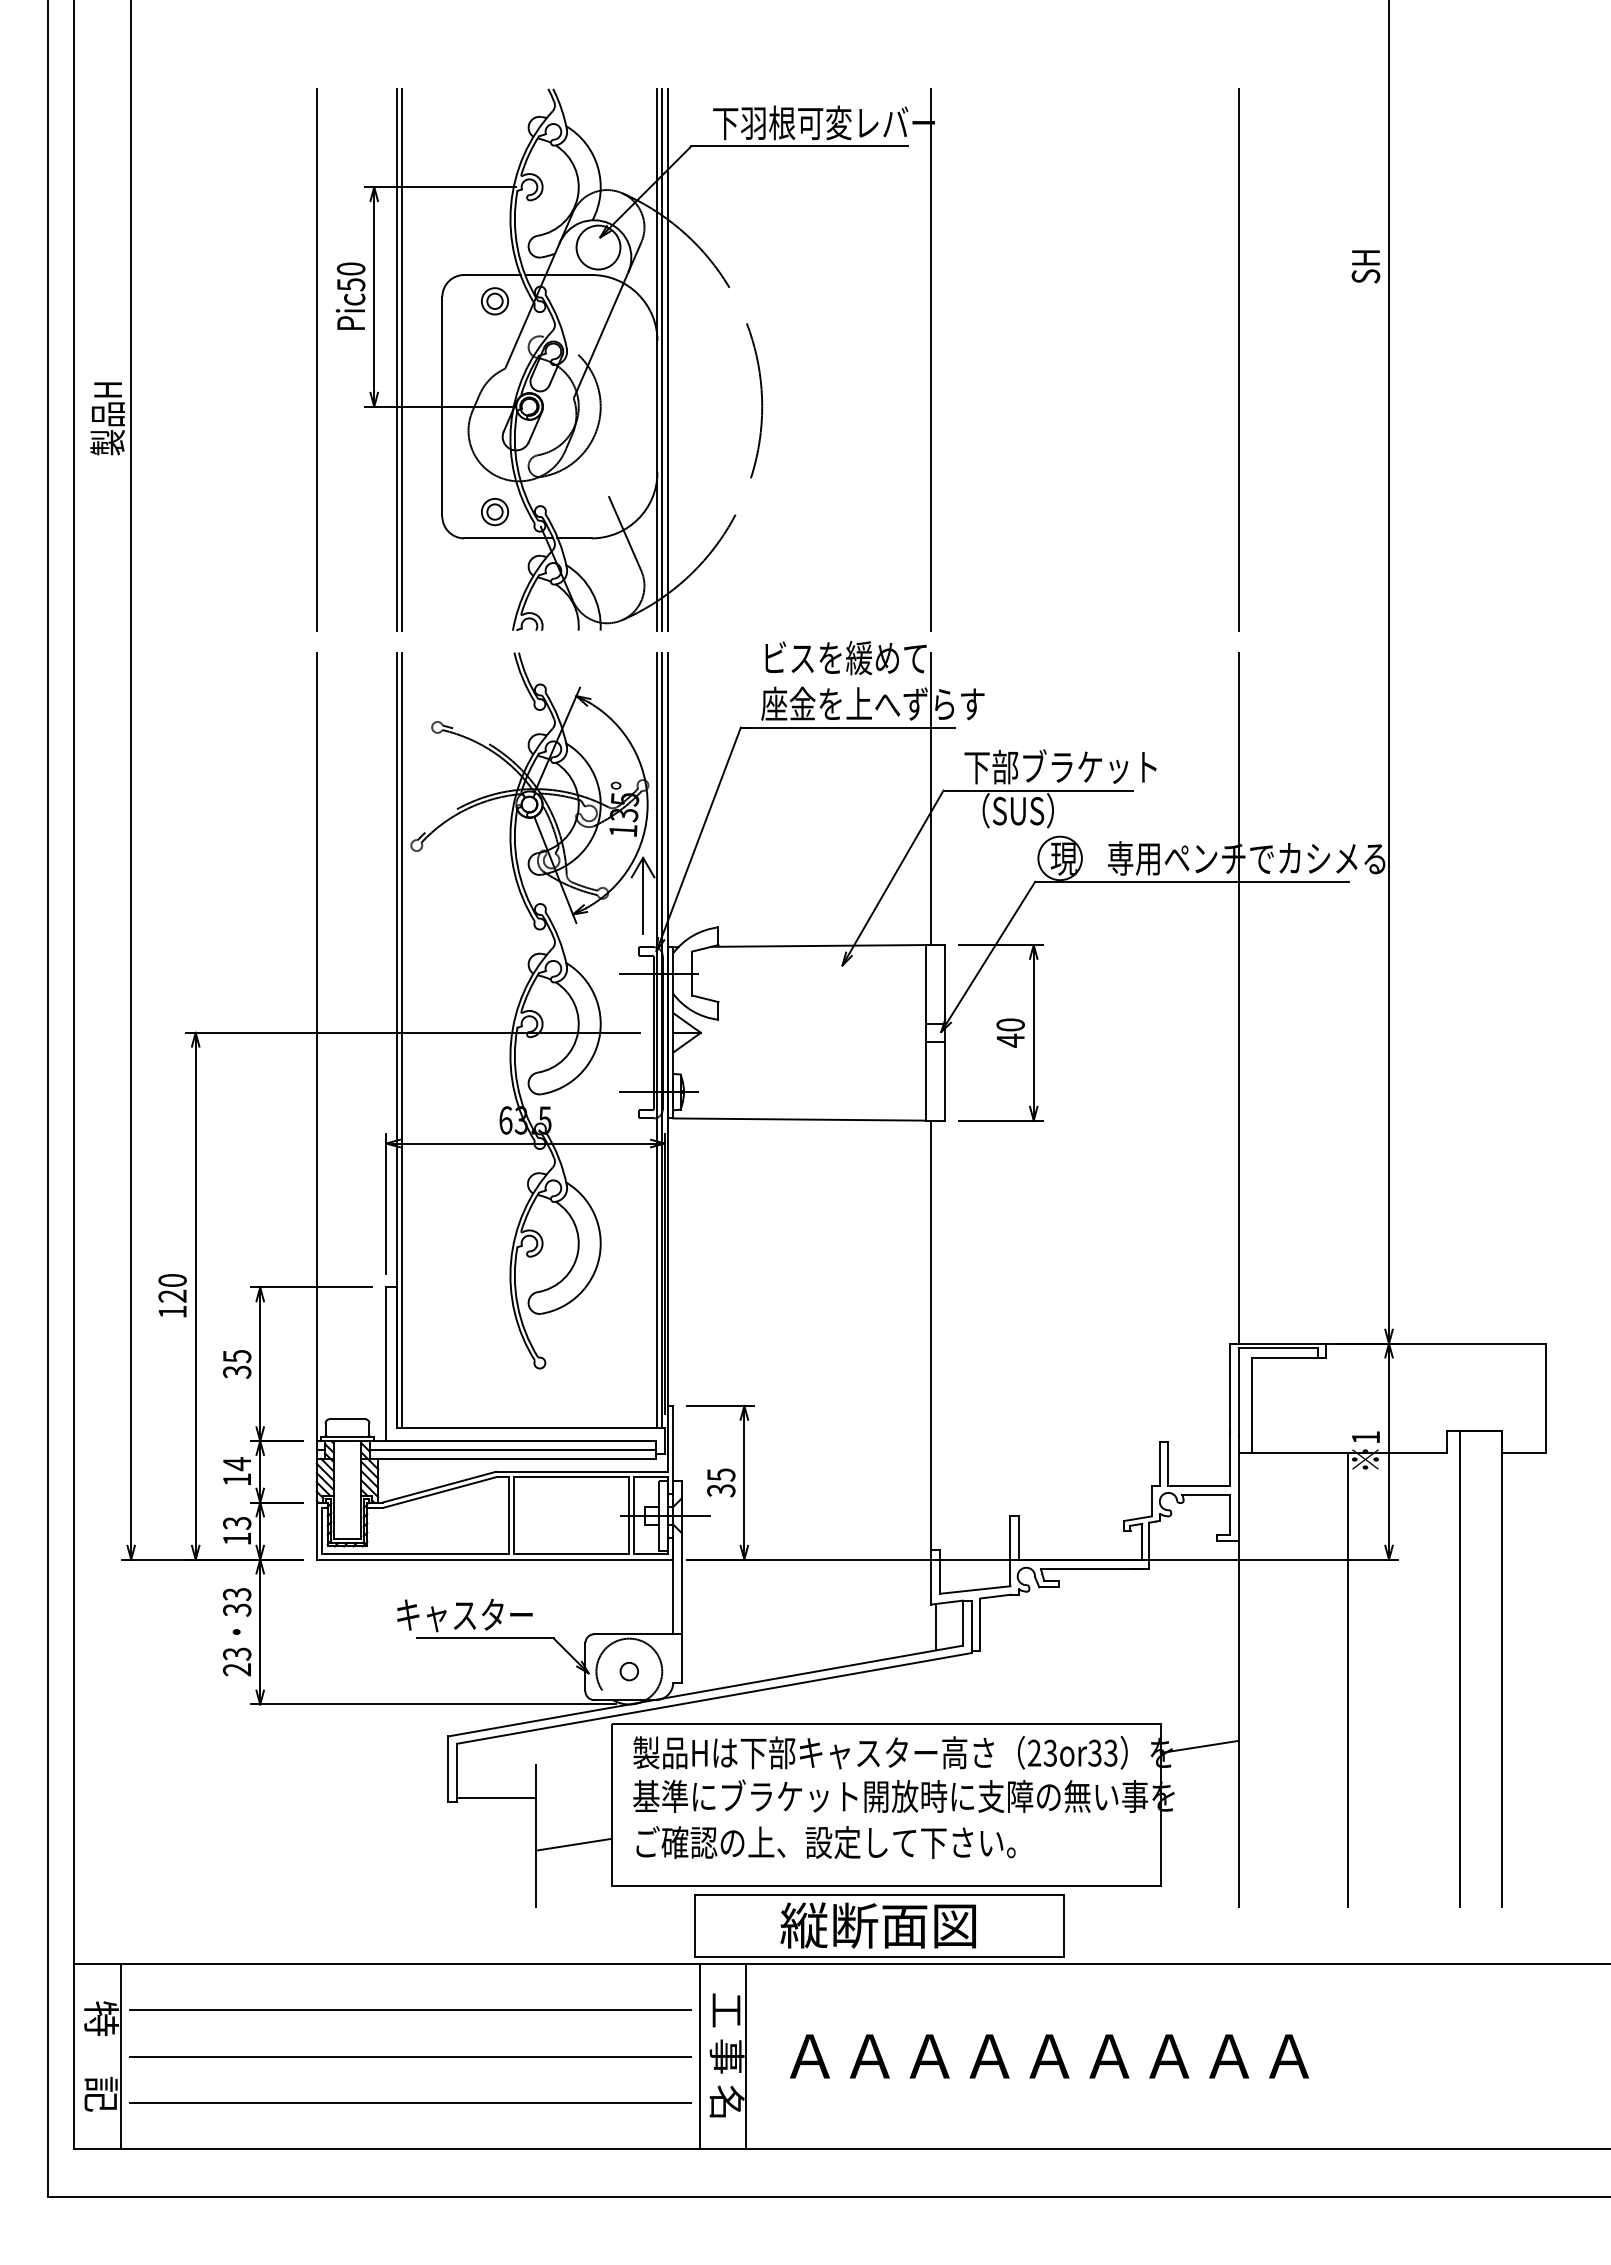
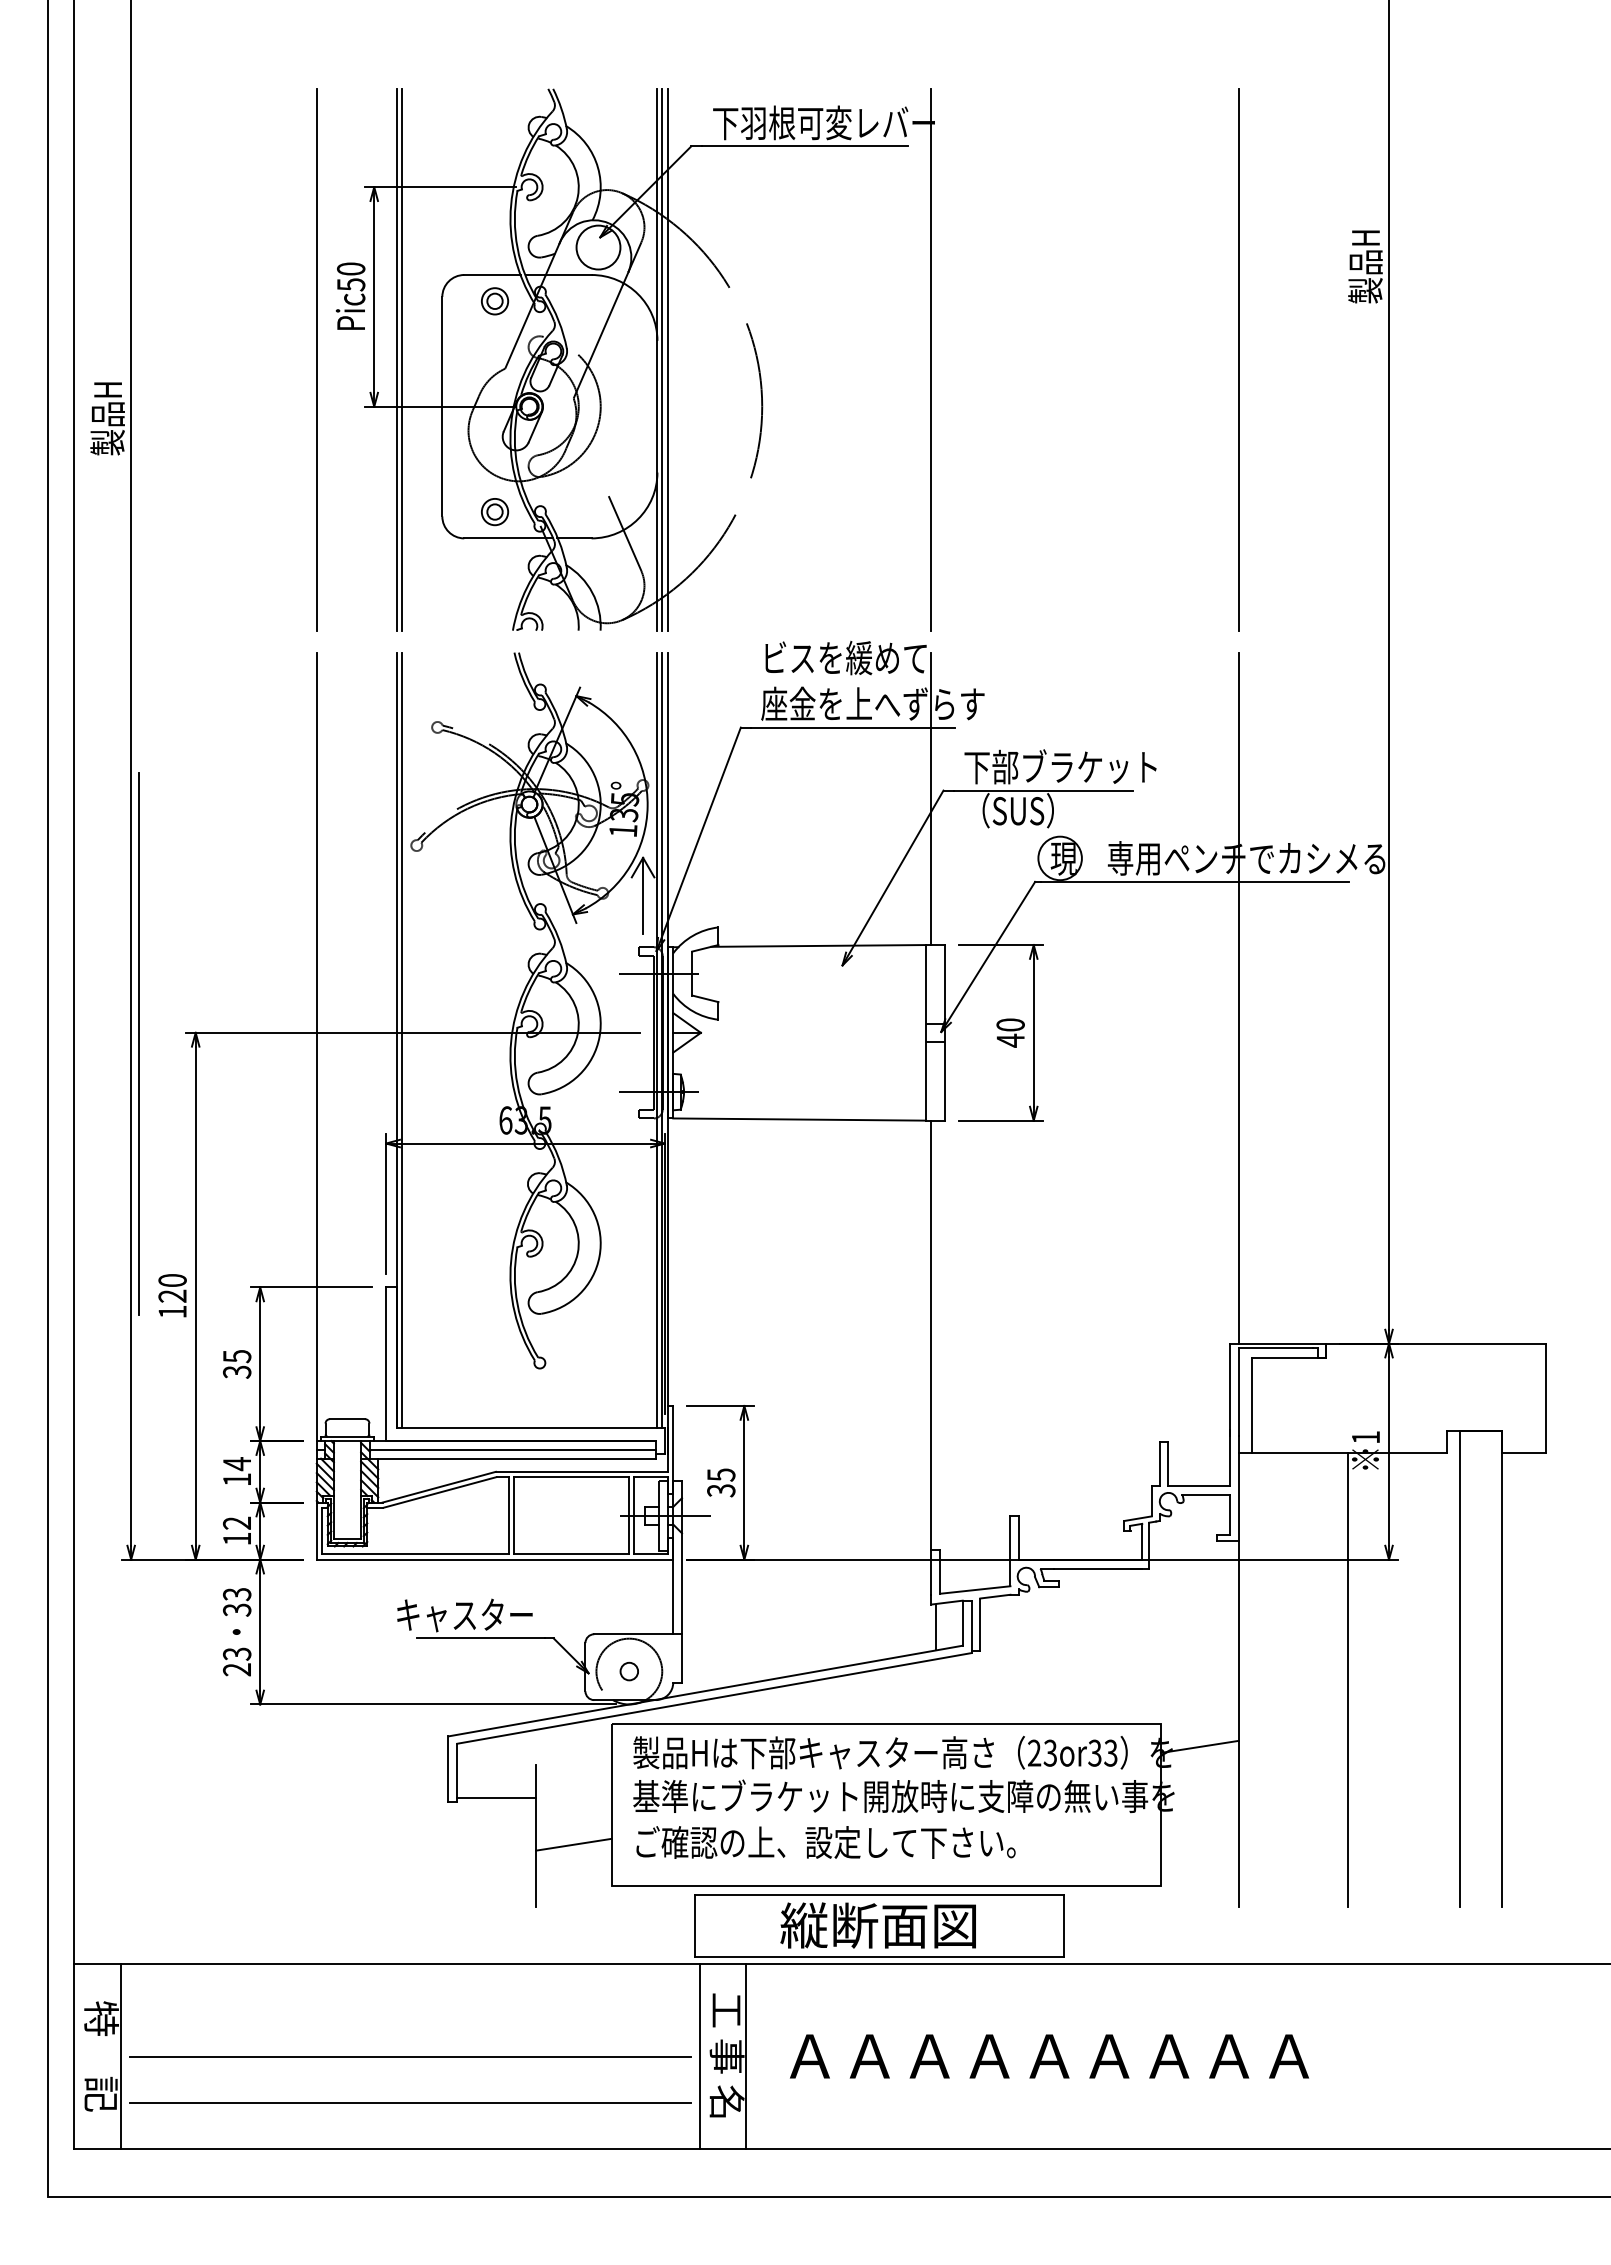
text at (1365, 266): SH -> 製品H
line at (138, 1043): none -> present
text at (237, 1523): 13 -> 12
line at (409, 2010): present -> none
